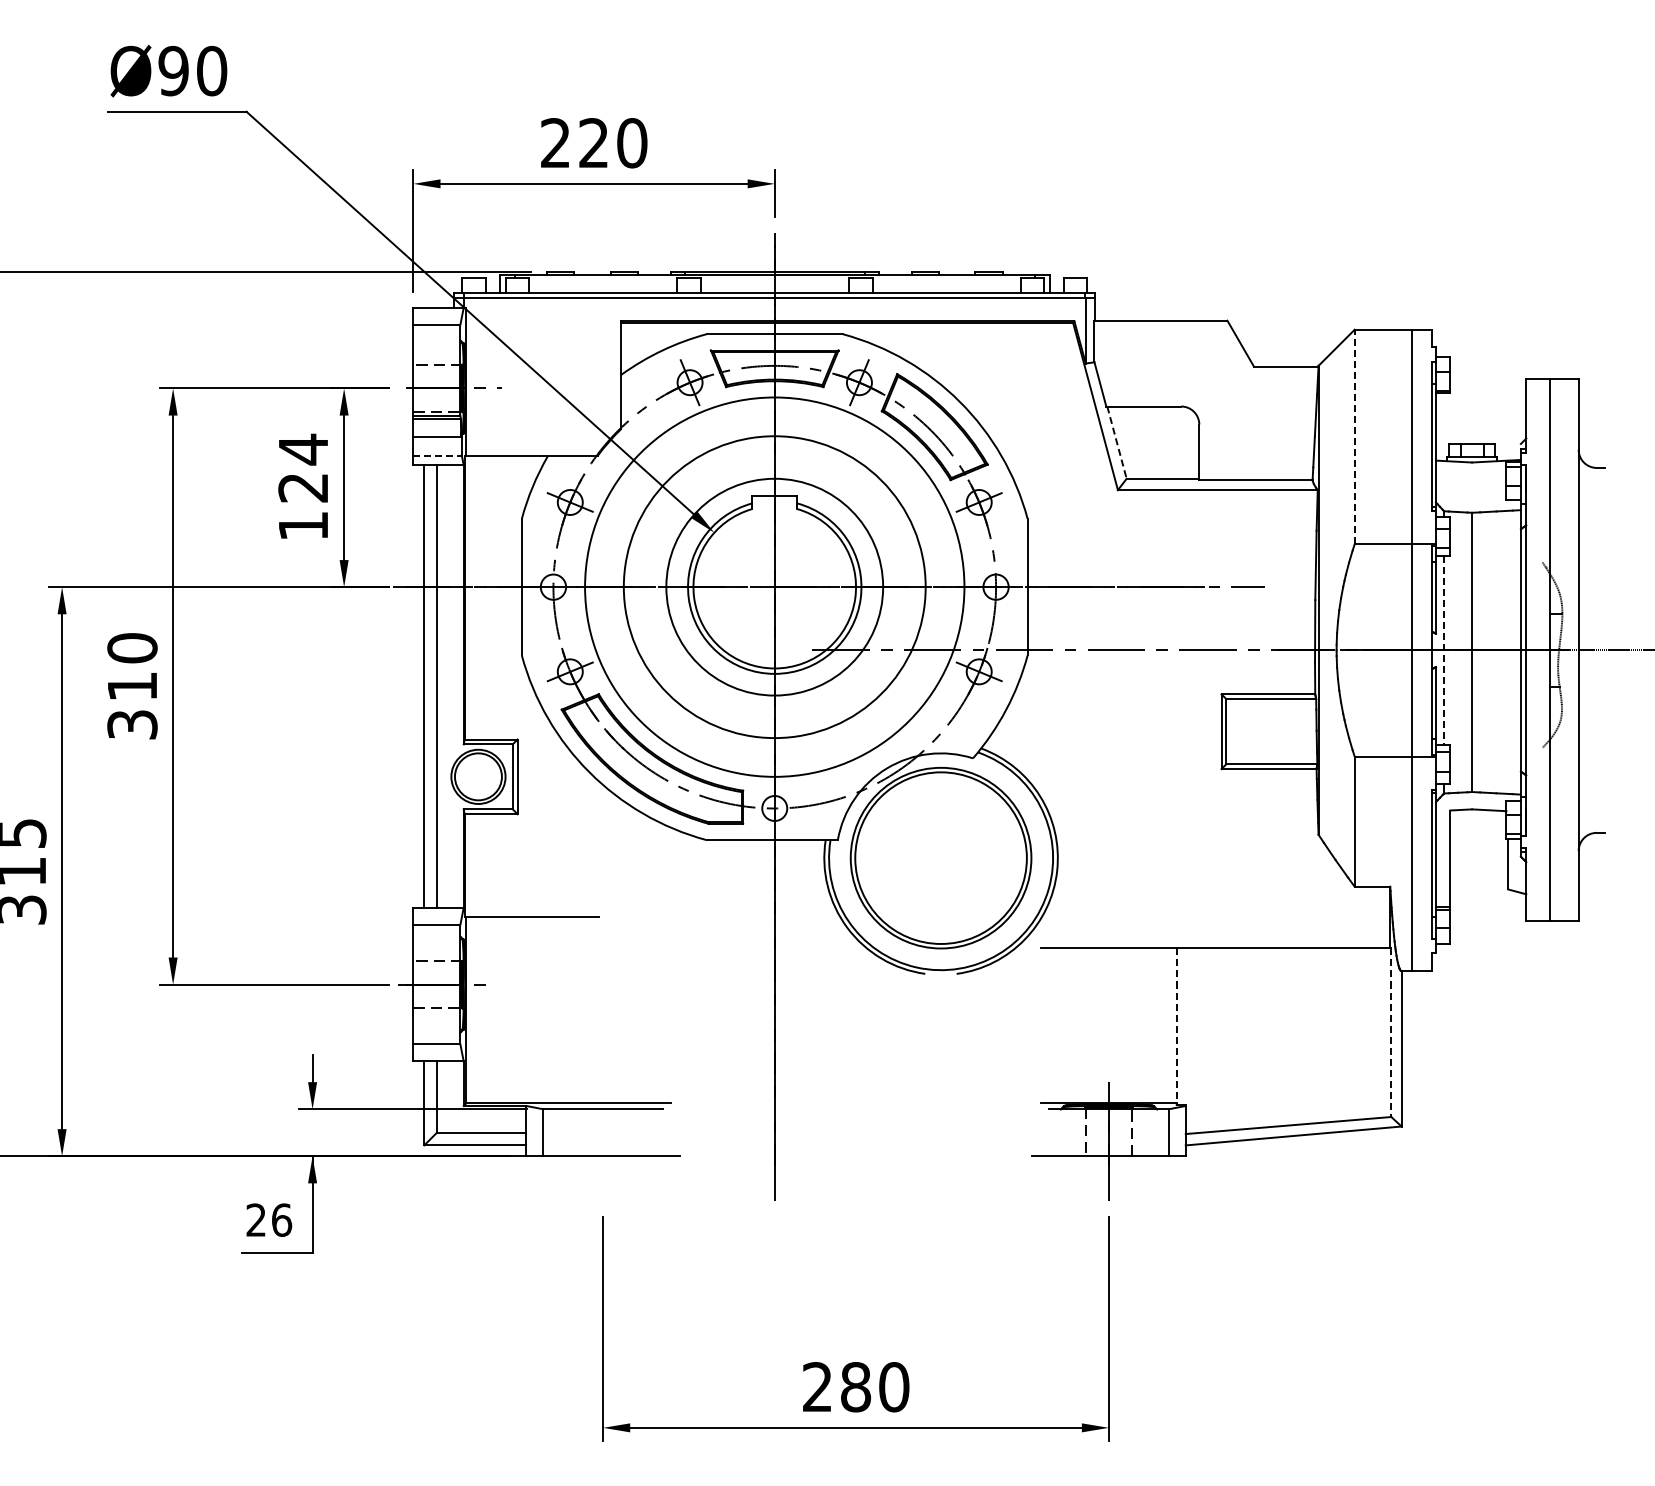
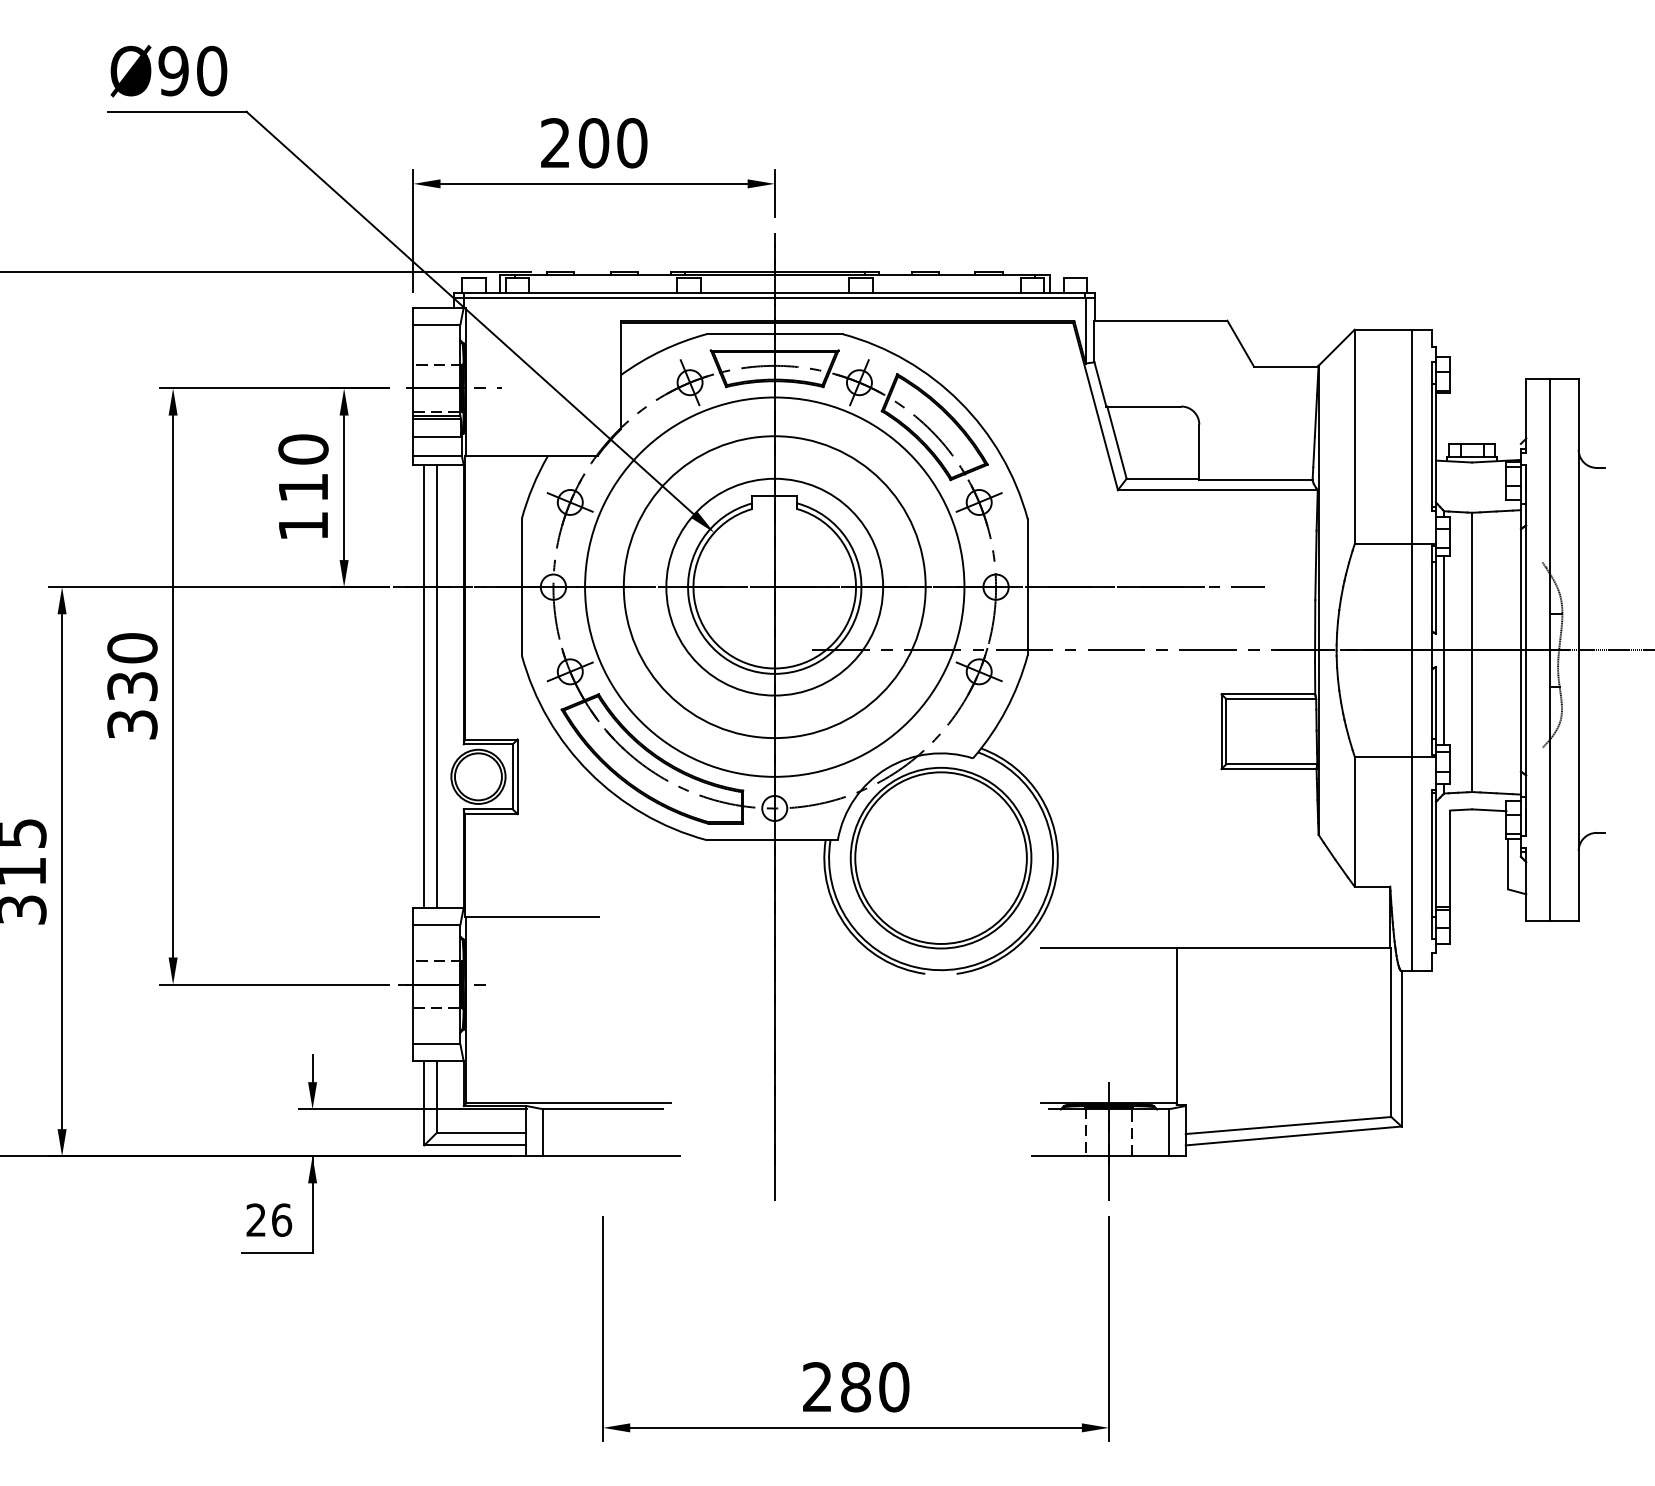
text at (594, 143): 220 -> 200
line at (1354, 436): dashed -> solid
line at (1117, 443): dashed -> solid
line at (438, 455): dashed -> solid
text at (303, 467): 124 -> 110
line at (1444, 650): dashed -> solid
text at (132, 686): 310 -> 330
line at (1176, 1027): dashed -> solid
line at (1391, 1033): dashed -> solid
